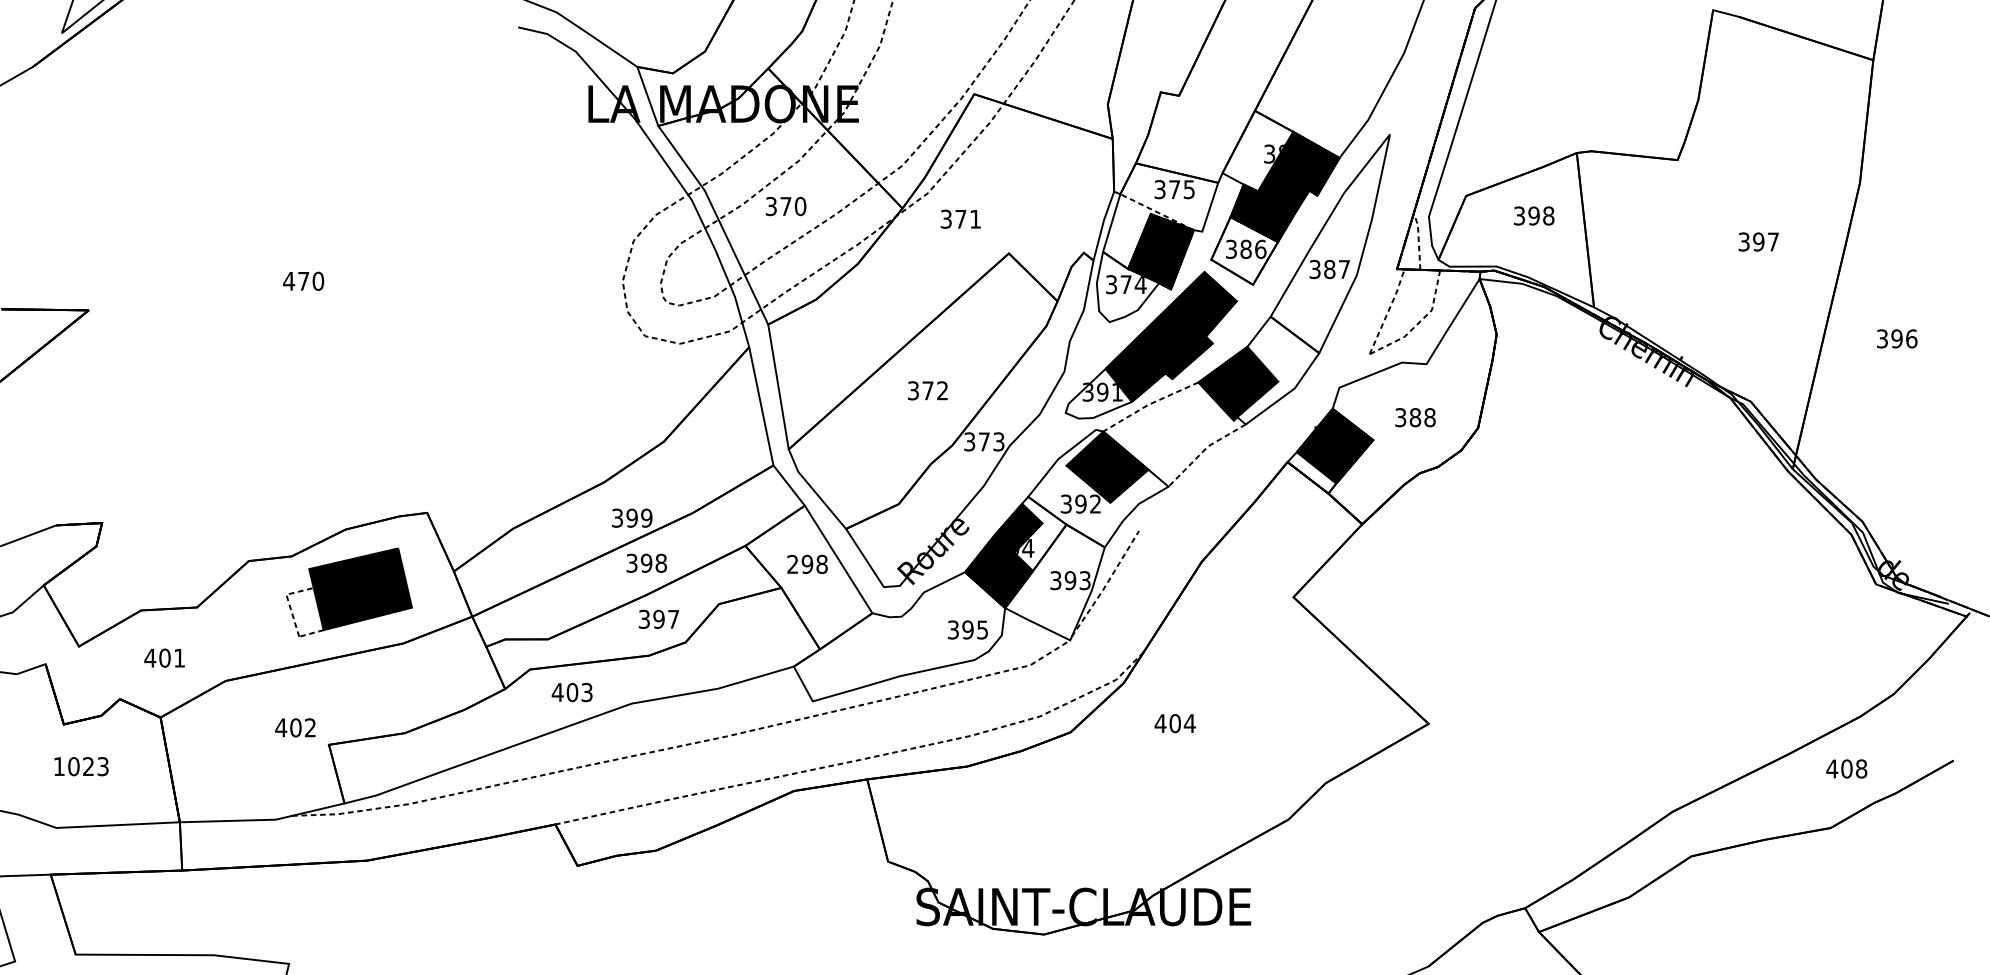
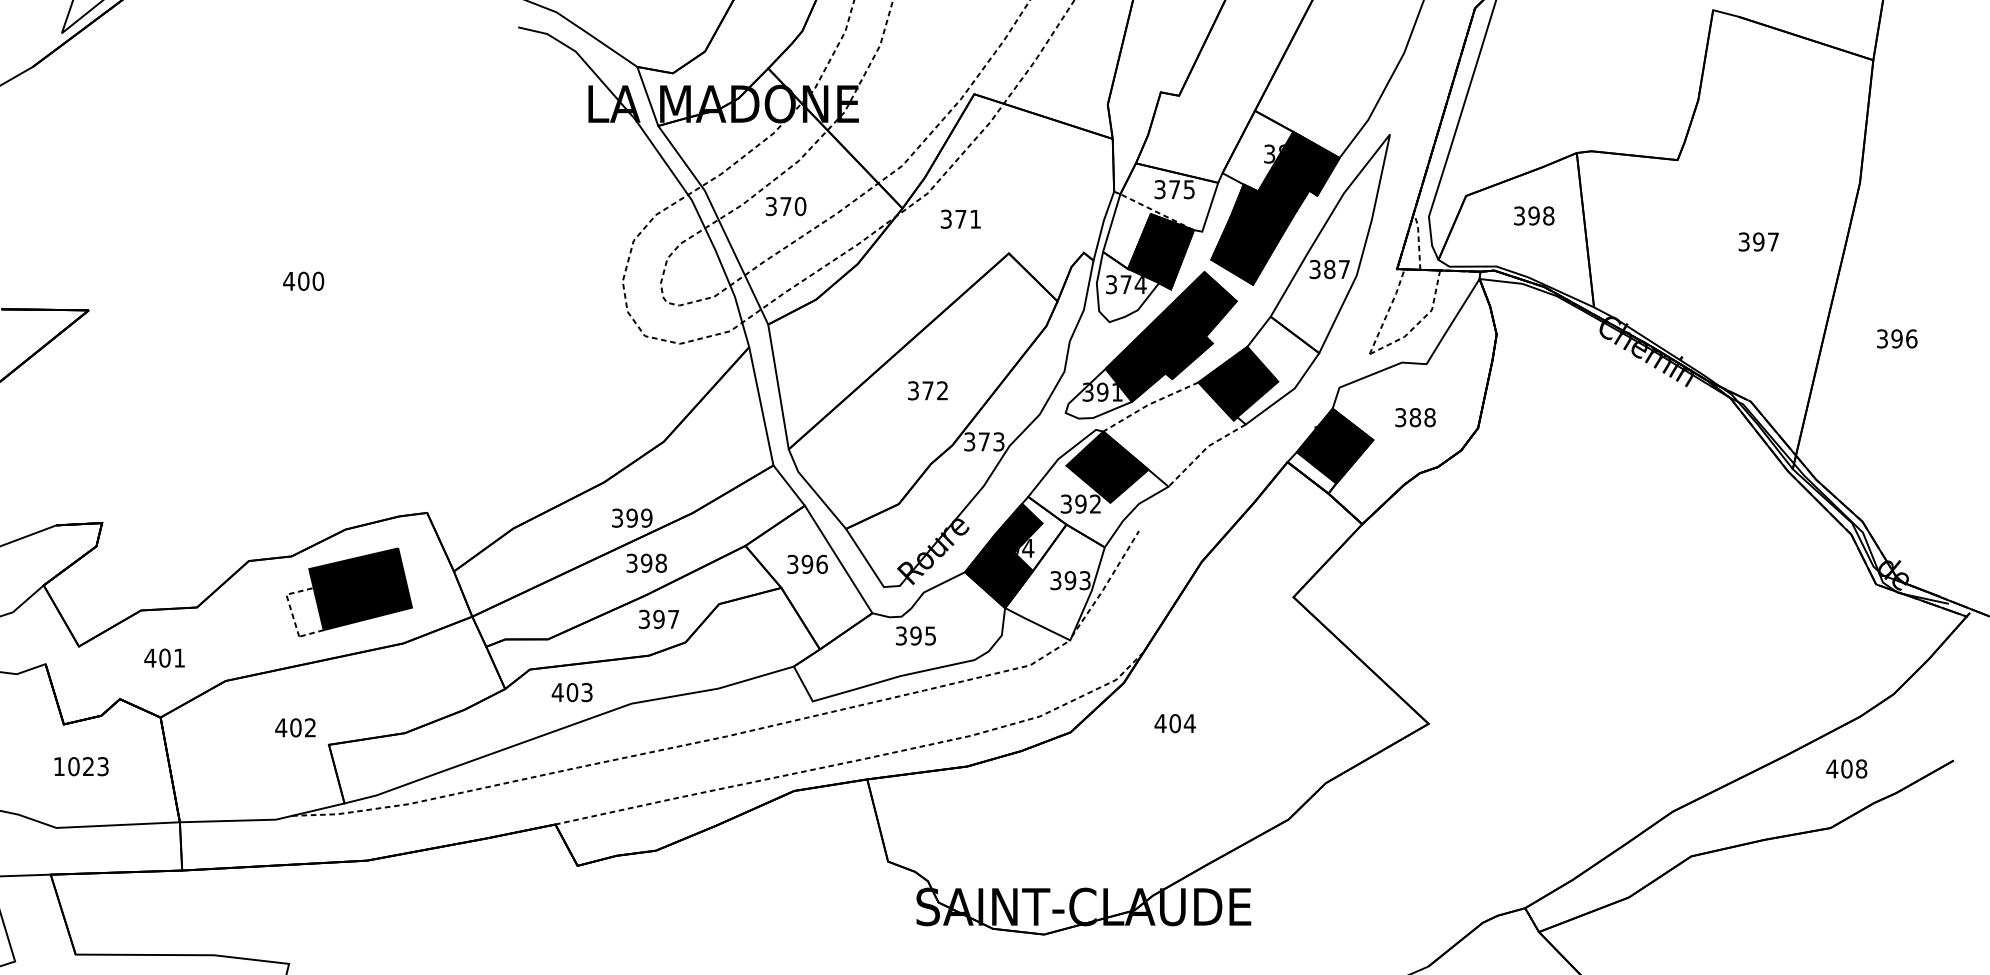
fill at (1244, 250): none -> present
text at (303, 280): 470 -> 400
text at (807, 563): 298 -> 396
text at (967, 629) position: (967, 629) -> (915, 635)
